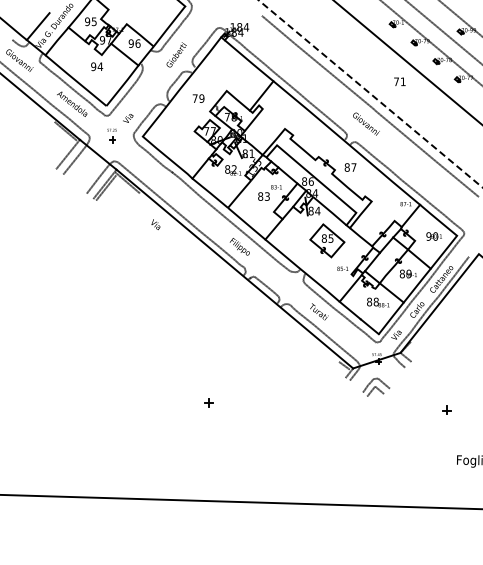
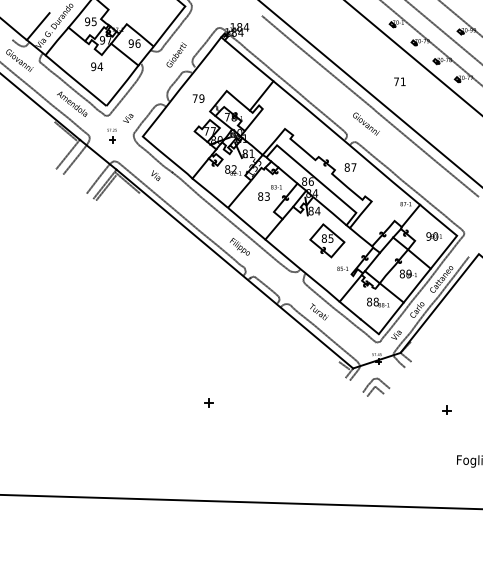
line at (407, 62) position: (407, 62) -> (413, 57)
line at (370, 94): dashed -> solid
text at (155, 224) position: (155, 224) -> (155, 175)
